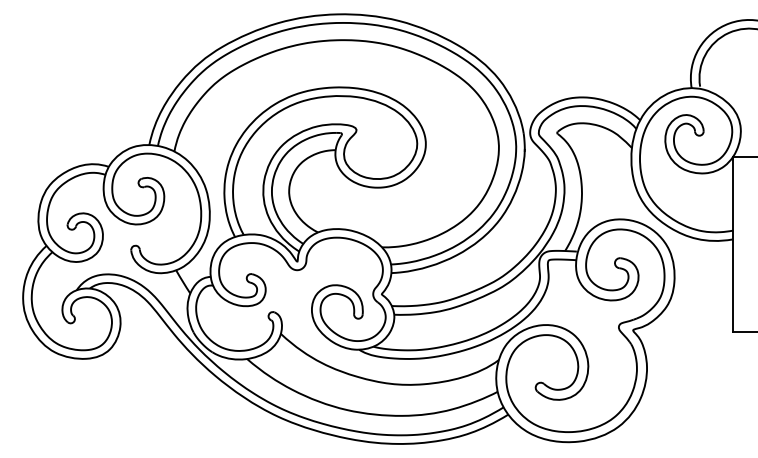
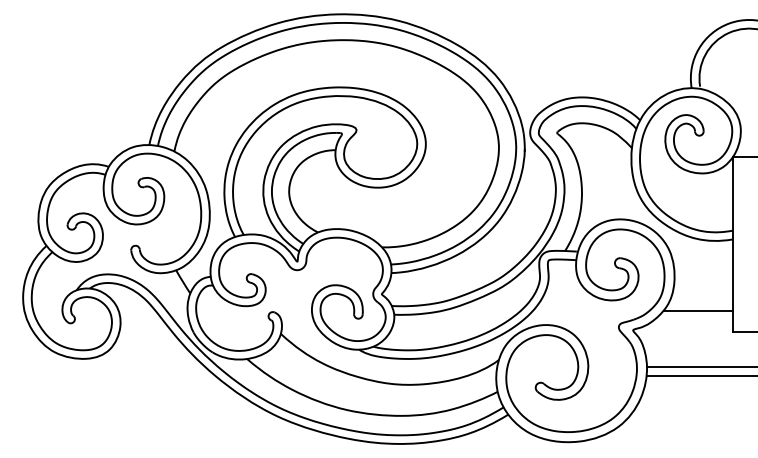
line at (697, 310): none -> present
line at (700, 367): none -> present
line at (700, 375): none -> present
